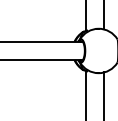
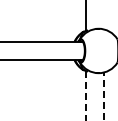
line at (104, 15): present -> none
line at (85, 95): solid -> dashed
line at (104, 96): solid -> dashed
